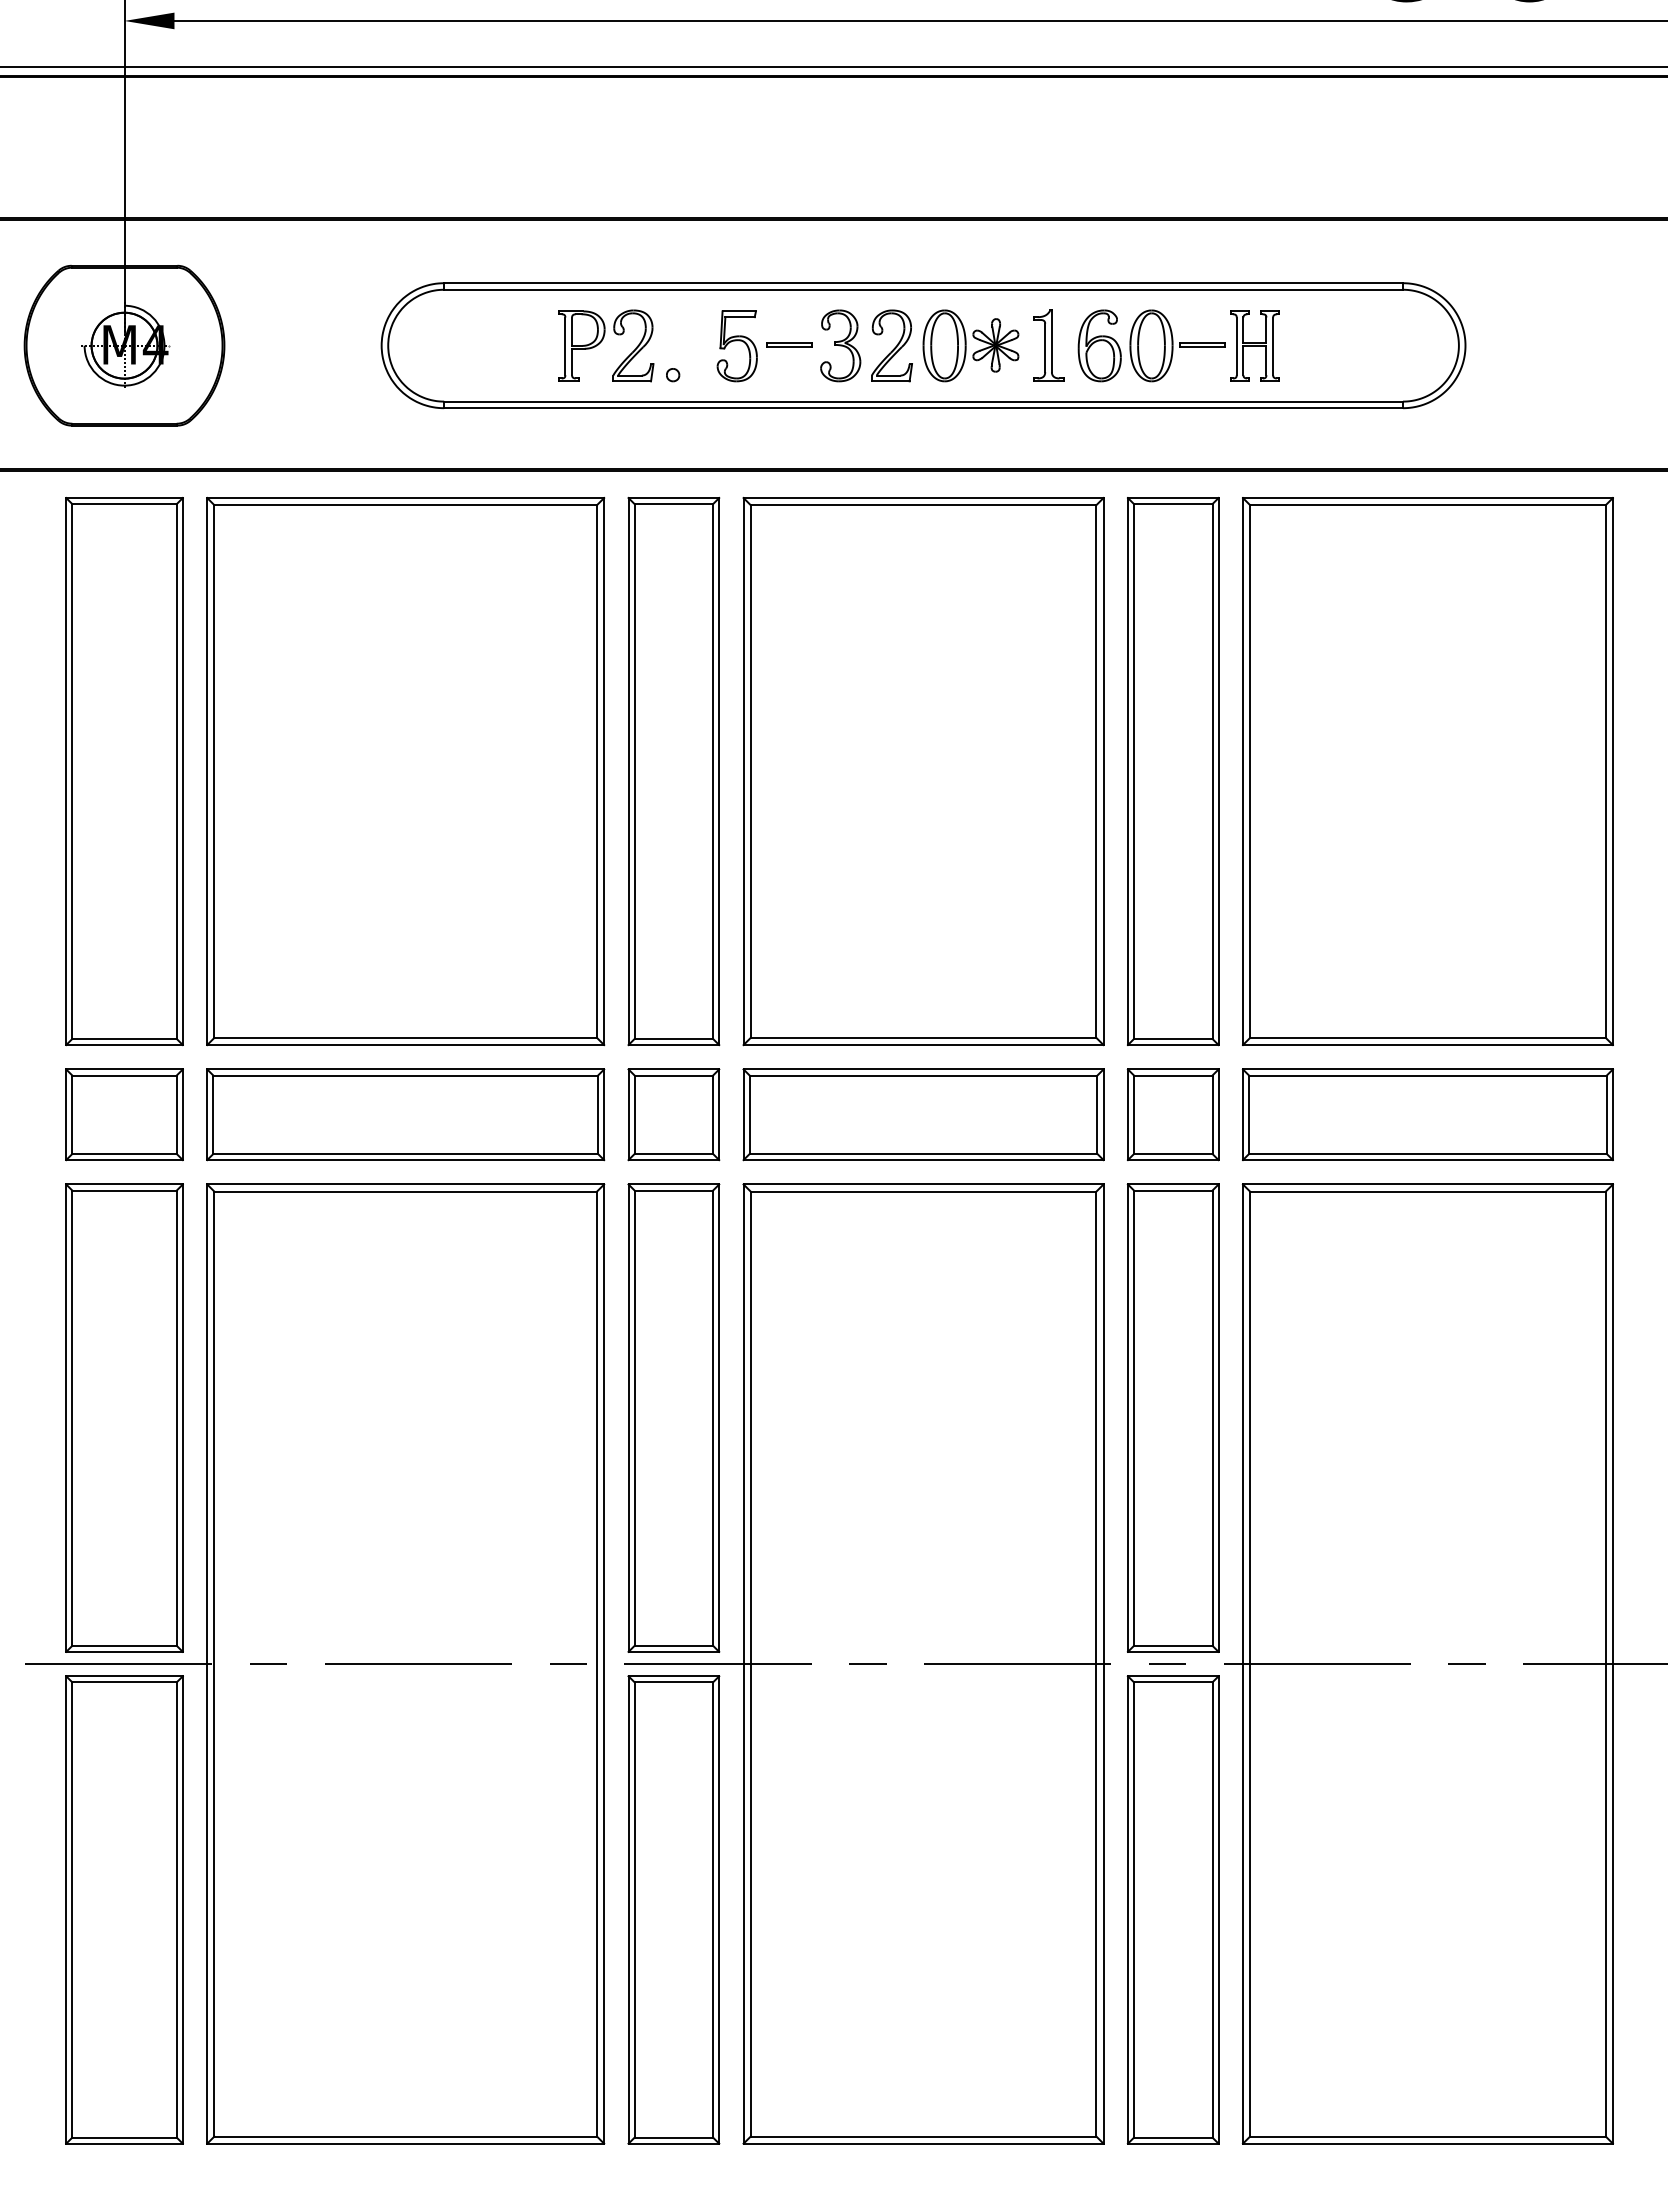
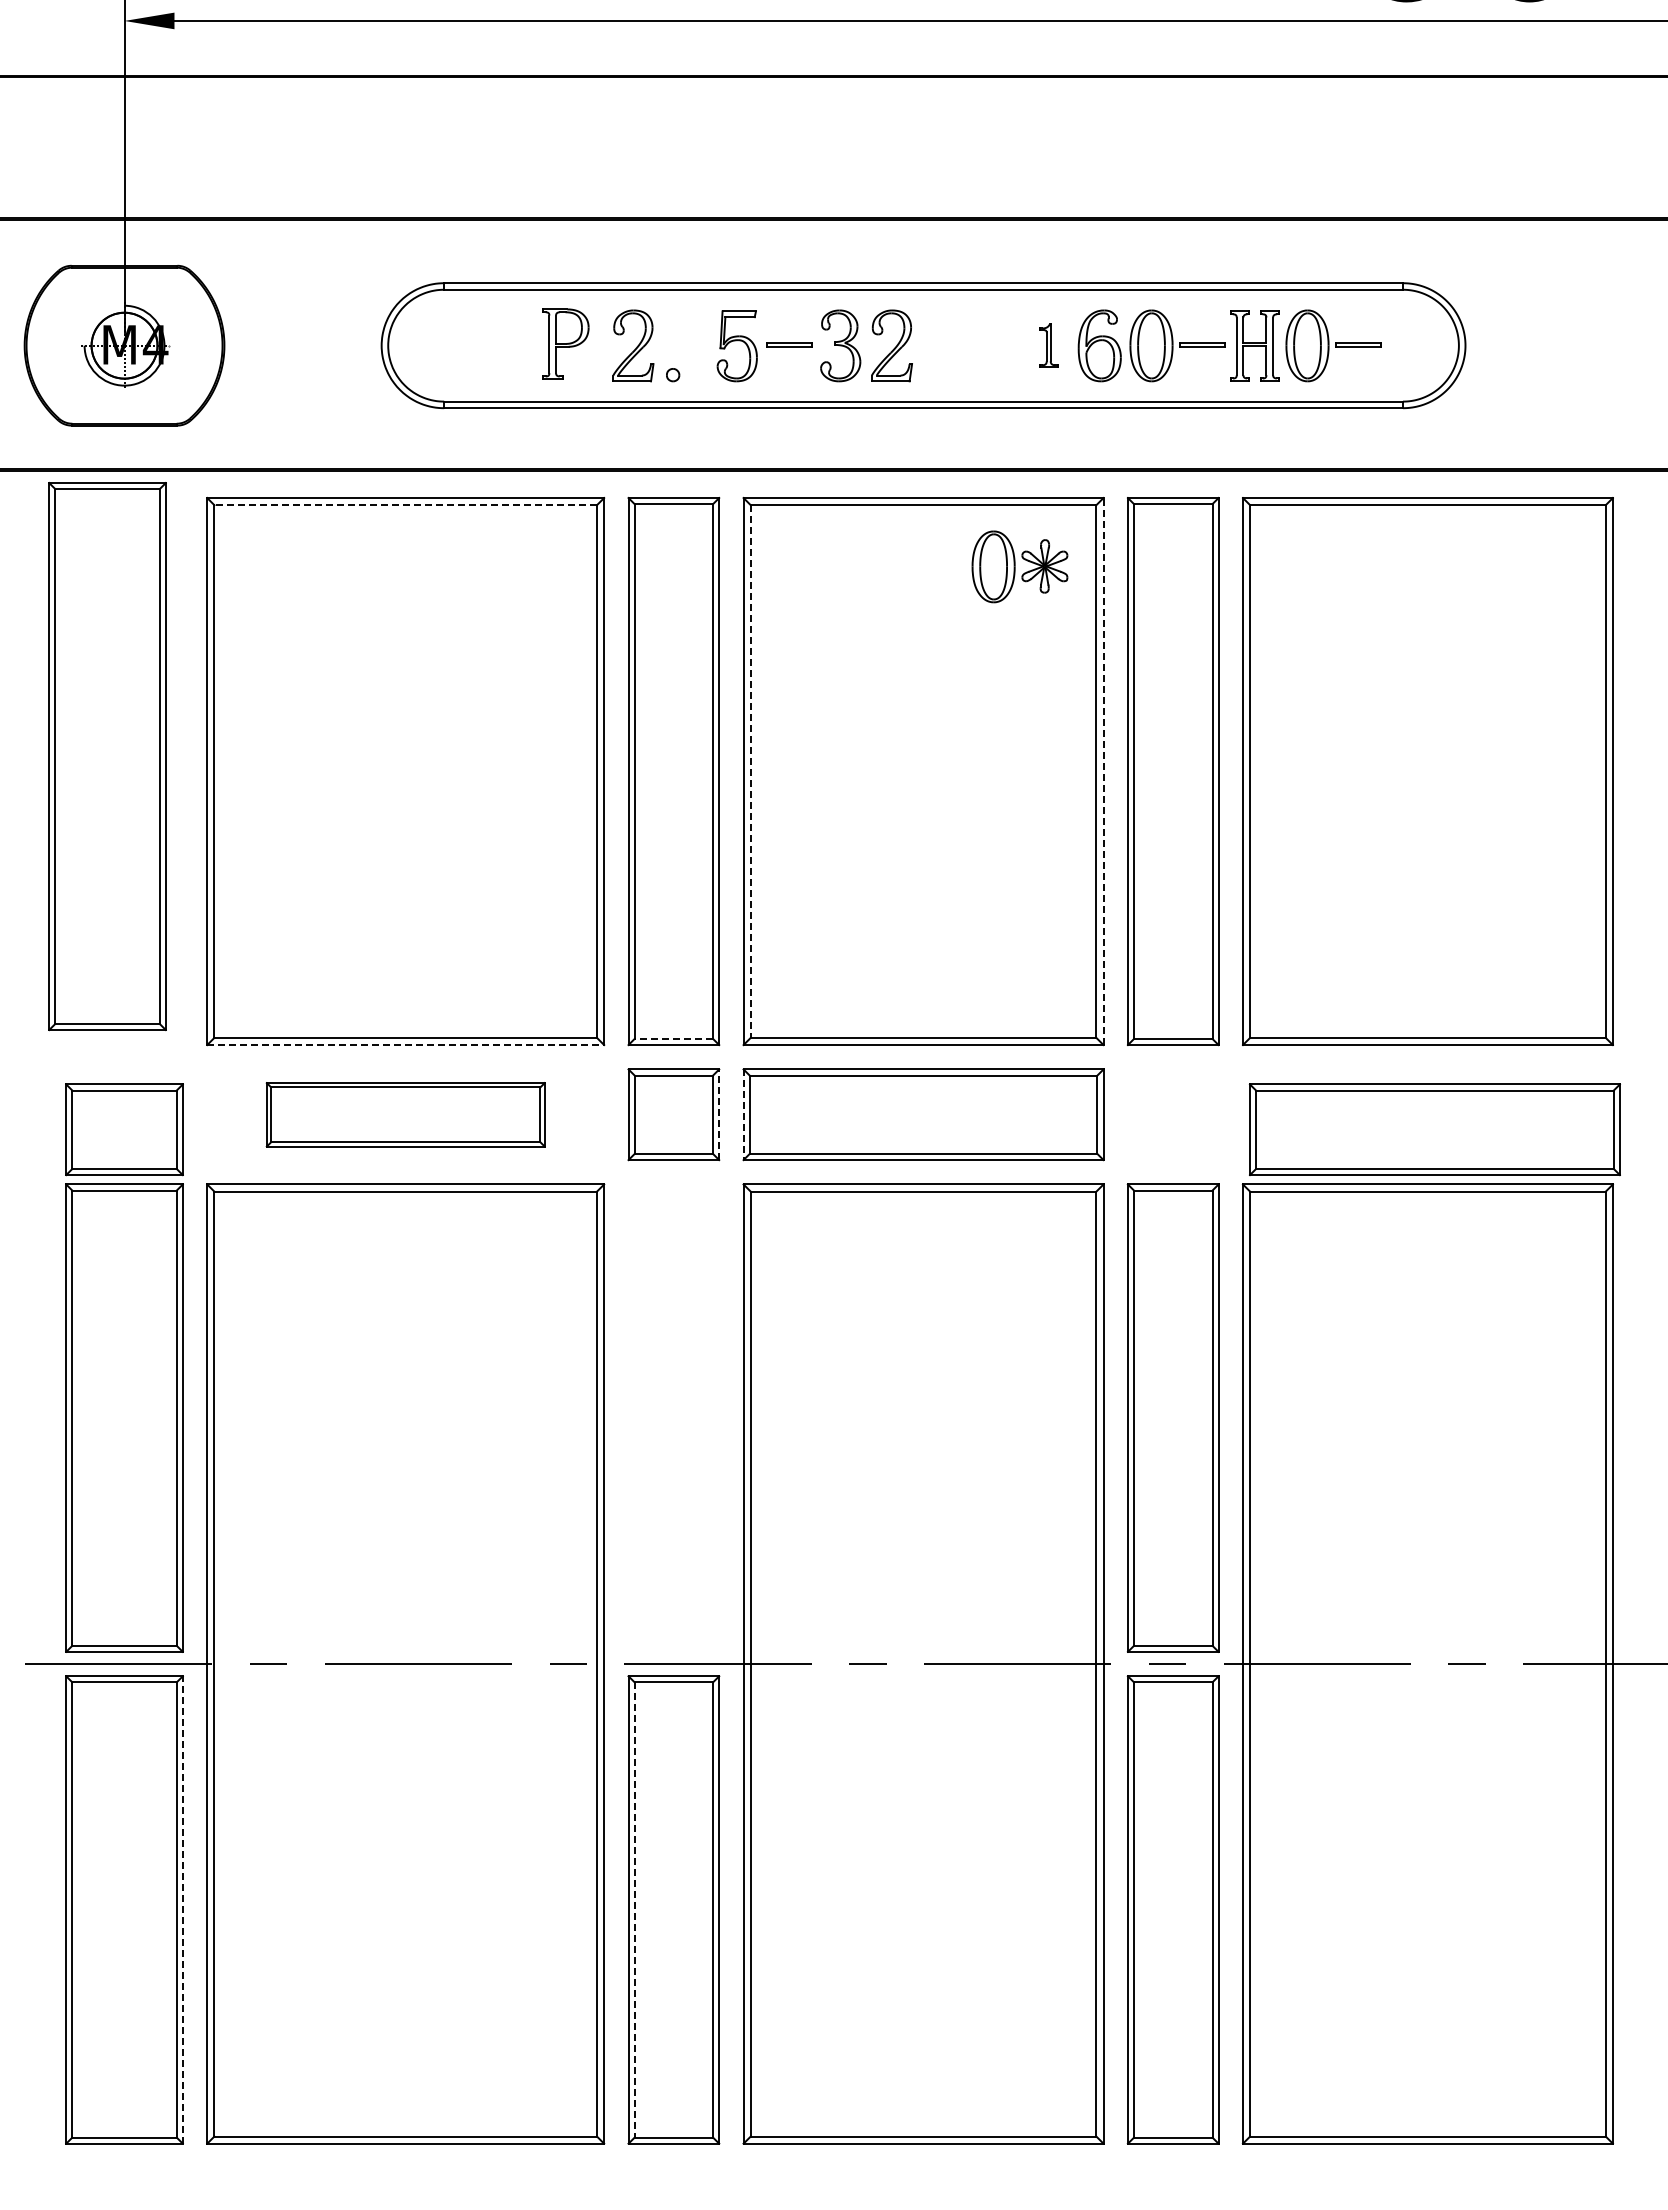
line at (833, 66): present -> none
part at (581, 345) position: (581, 345) -> (565, 343)
part at (970, 345) position: (970, 345) -> (1019, 566)
part at (1048, 345) size: 32x73 px -> 20x45 px
part at (1333, 345): none -> present
line at (405, 505): solid -> dashed
part at (124, 771) position: (124, 771) -> (107, 756)
line at (1103, 771): solid -> dashed
line at (750, 772): solid -> dashed
line at (673, 1038): solid -> dashed
line at (406, 1045): solid -> dashed
part at (124, 1114) position: (124, 1114) -> (124, 1129)
part at (405, 1114) size: 400x94 px -> 281x66 px
line at (719, 1114): solid -> dashed
part at (1172, 1114): present -> none
part at (1427, 1114) position: (1427, 1114) -> (1434, 1129)
line at (743, 1115): solid -> dashed
part at (673, 1417): present -> none
line at (182, 1909): solid -> dashed
line at (634, 1909): solid -> dashed
